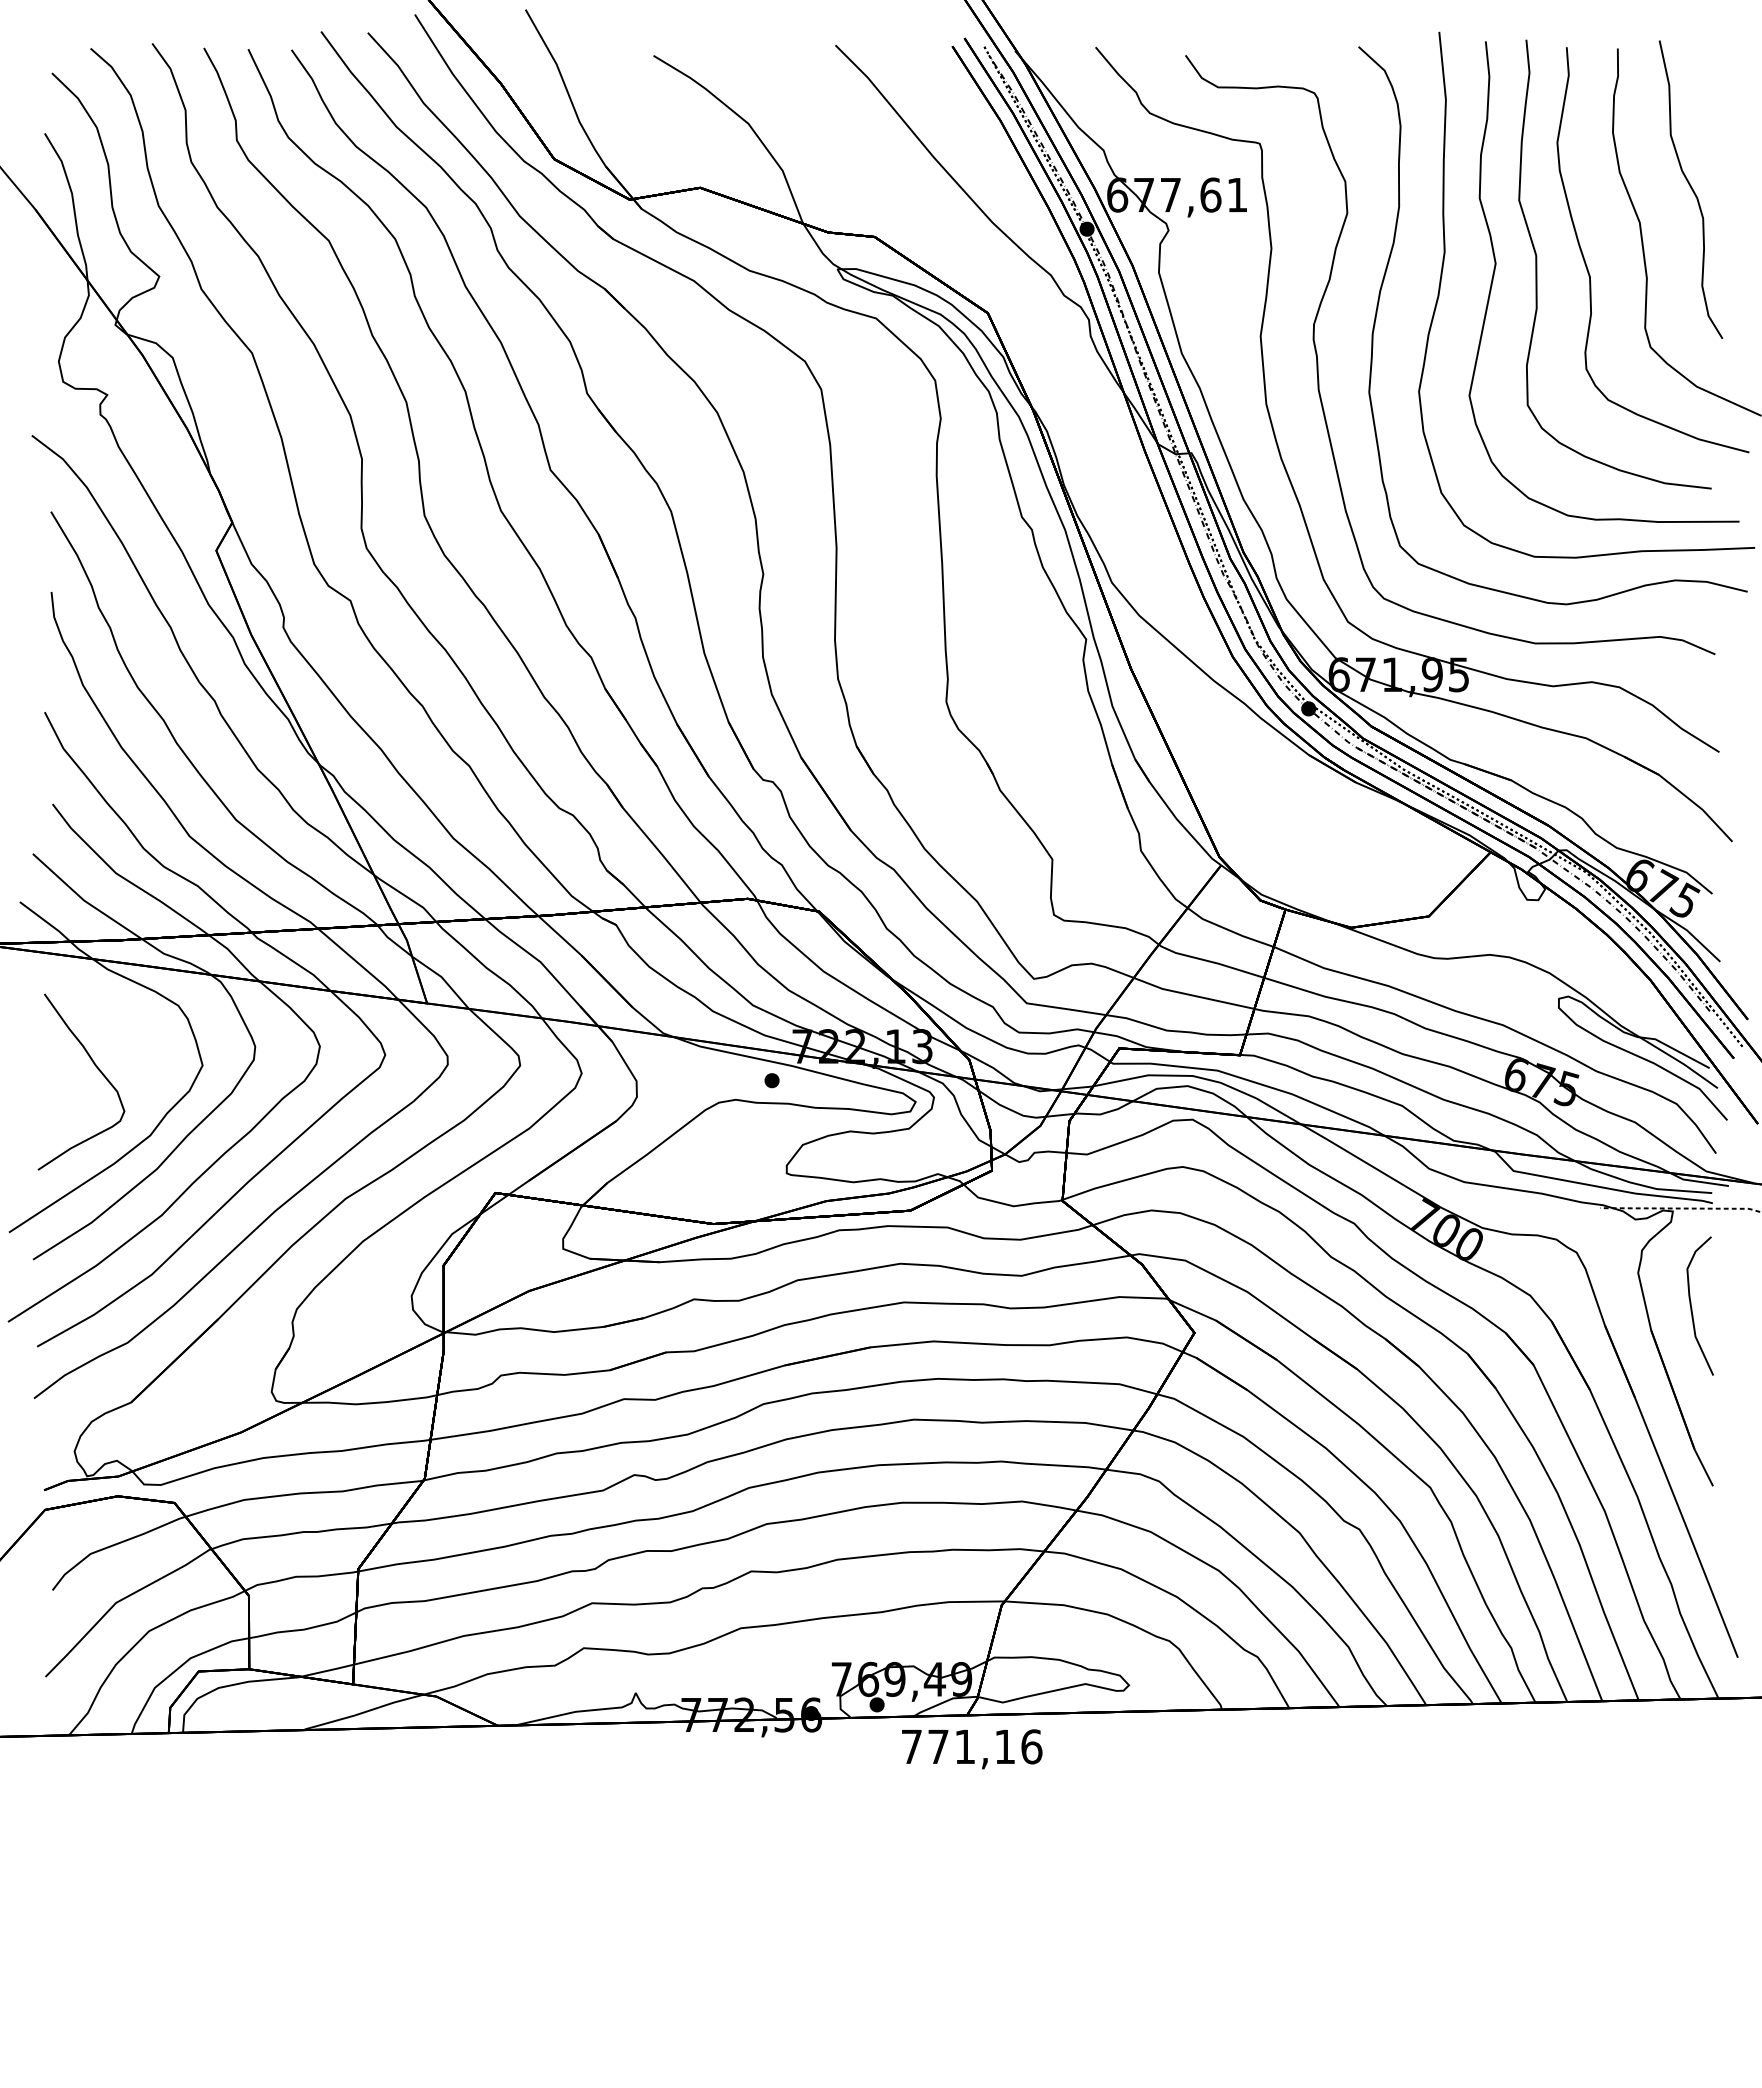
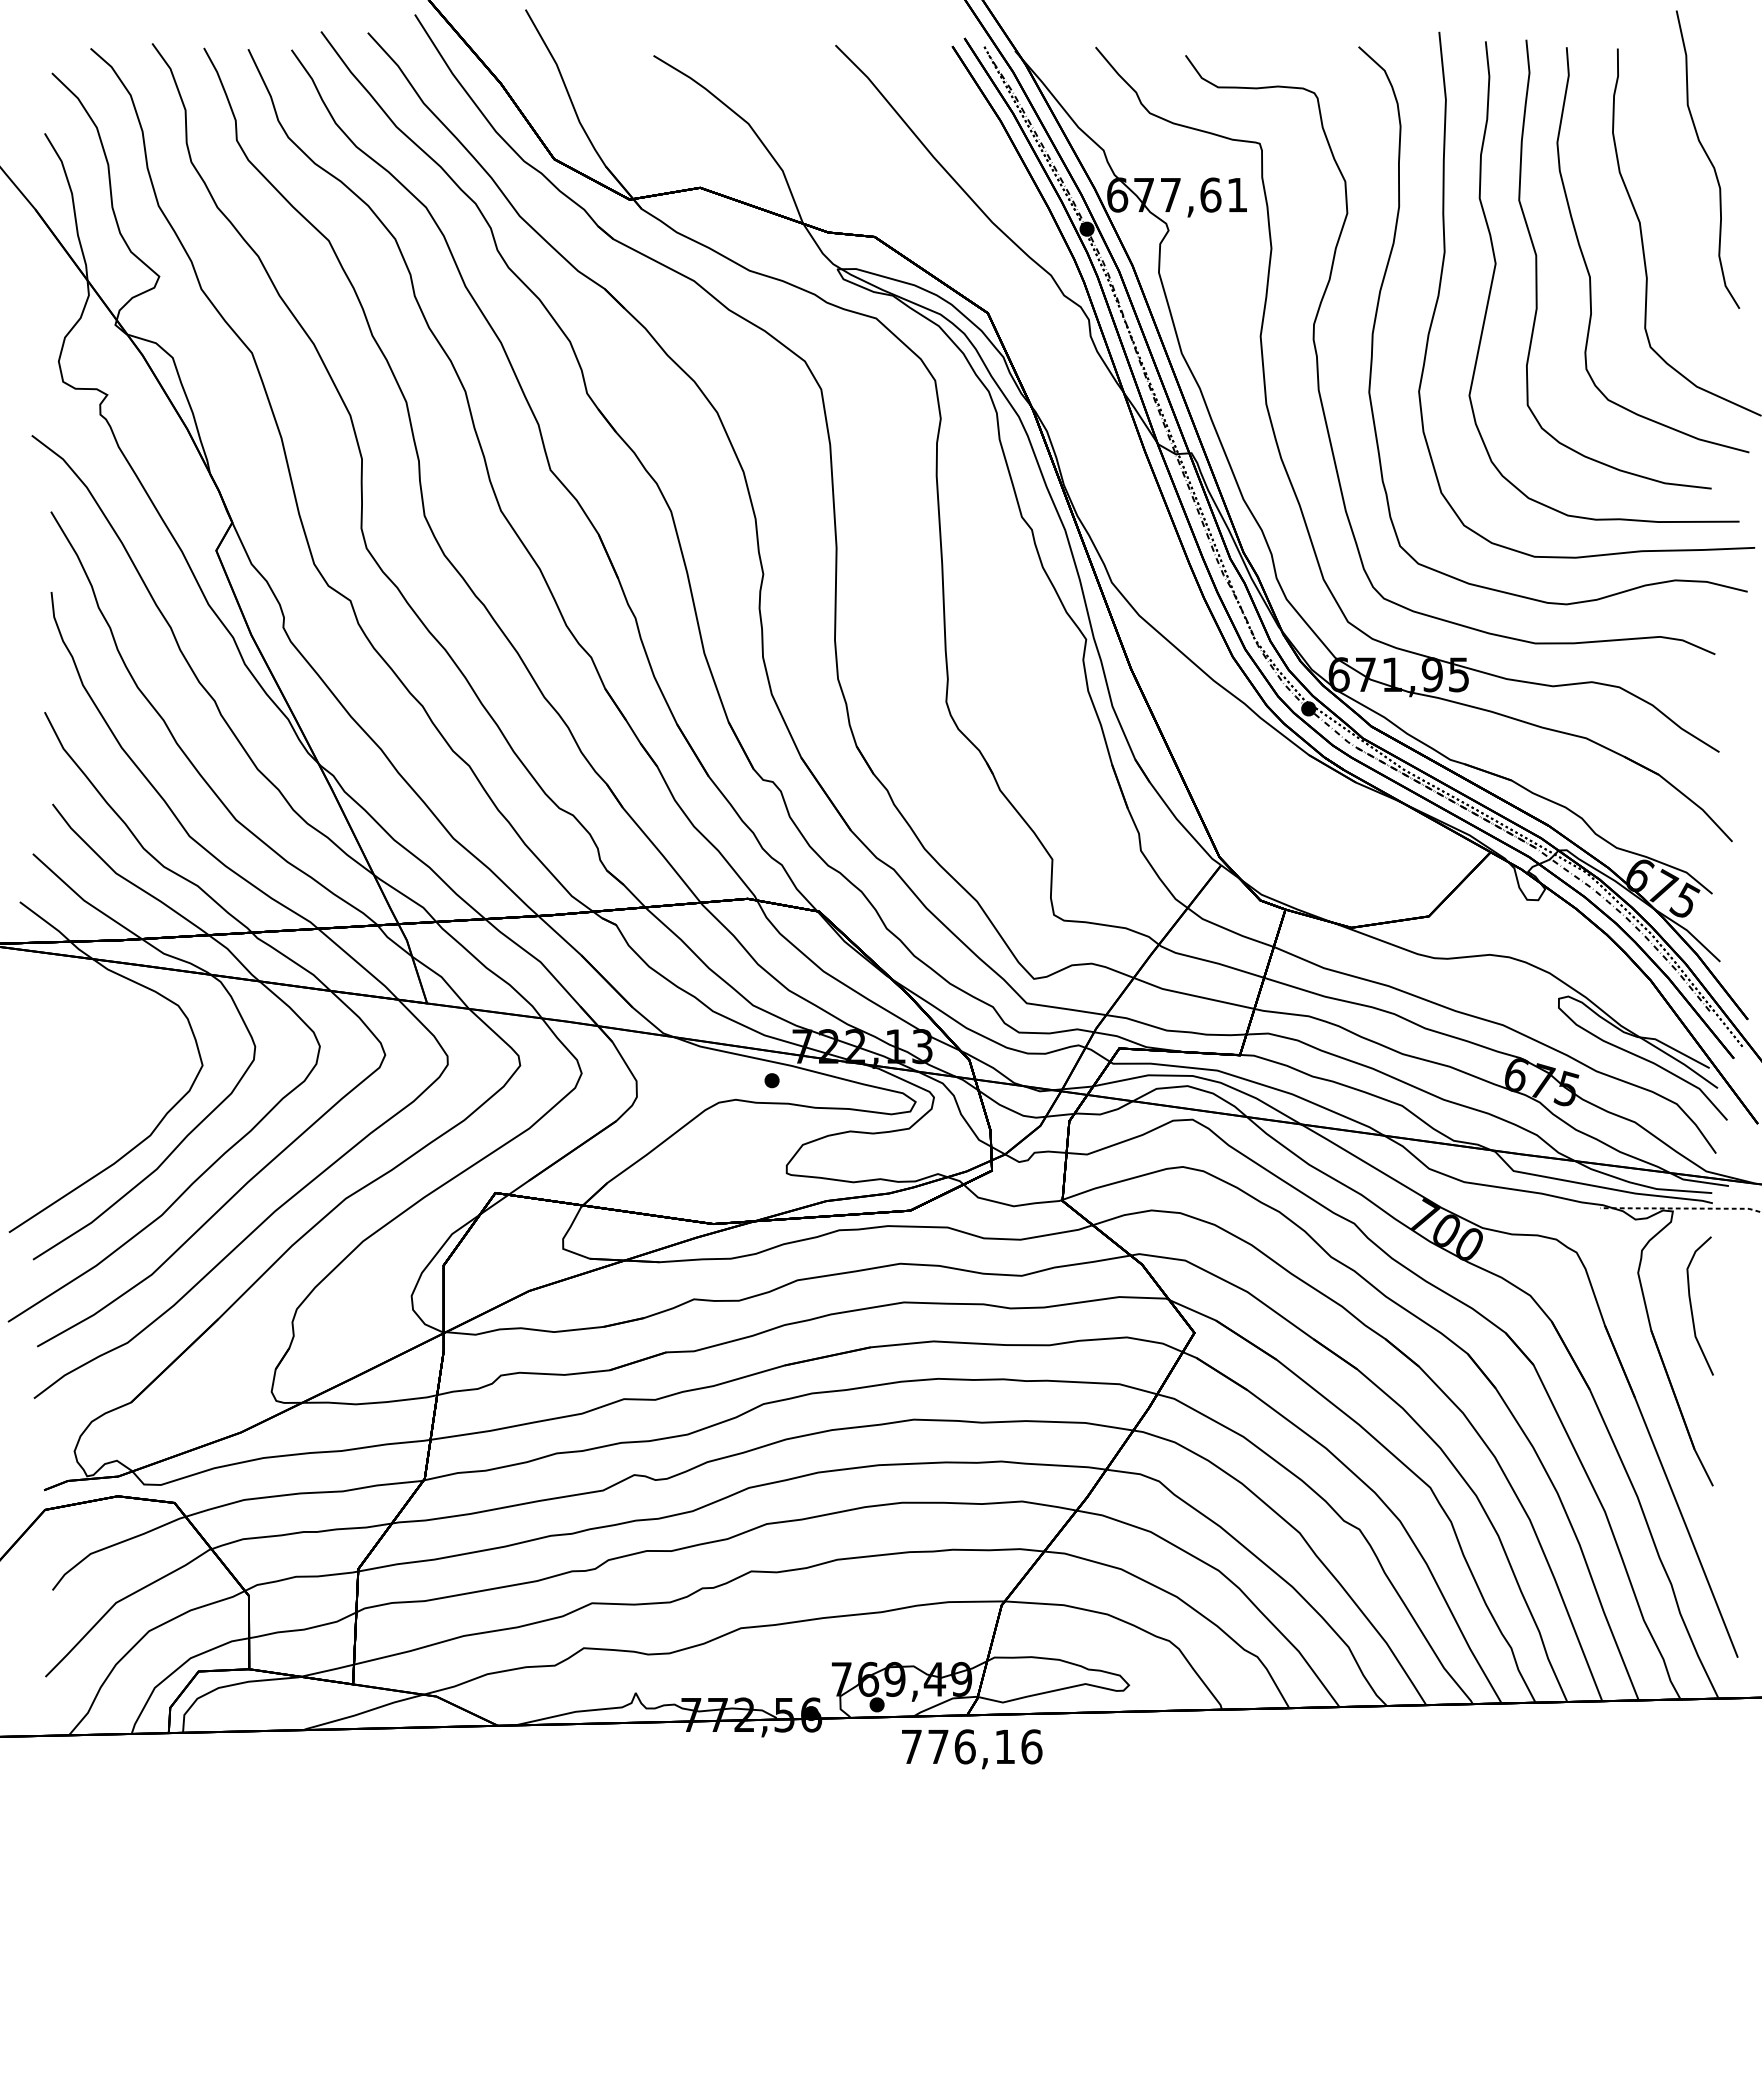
curve at (1690, 188) position: (1690, 188) -> (1707, 158)
curve at (97, 1069): present -> none
text at (964, 1746): 771,16 -> 776,16
